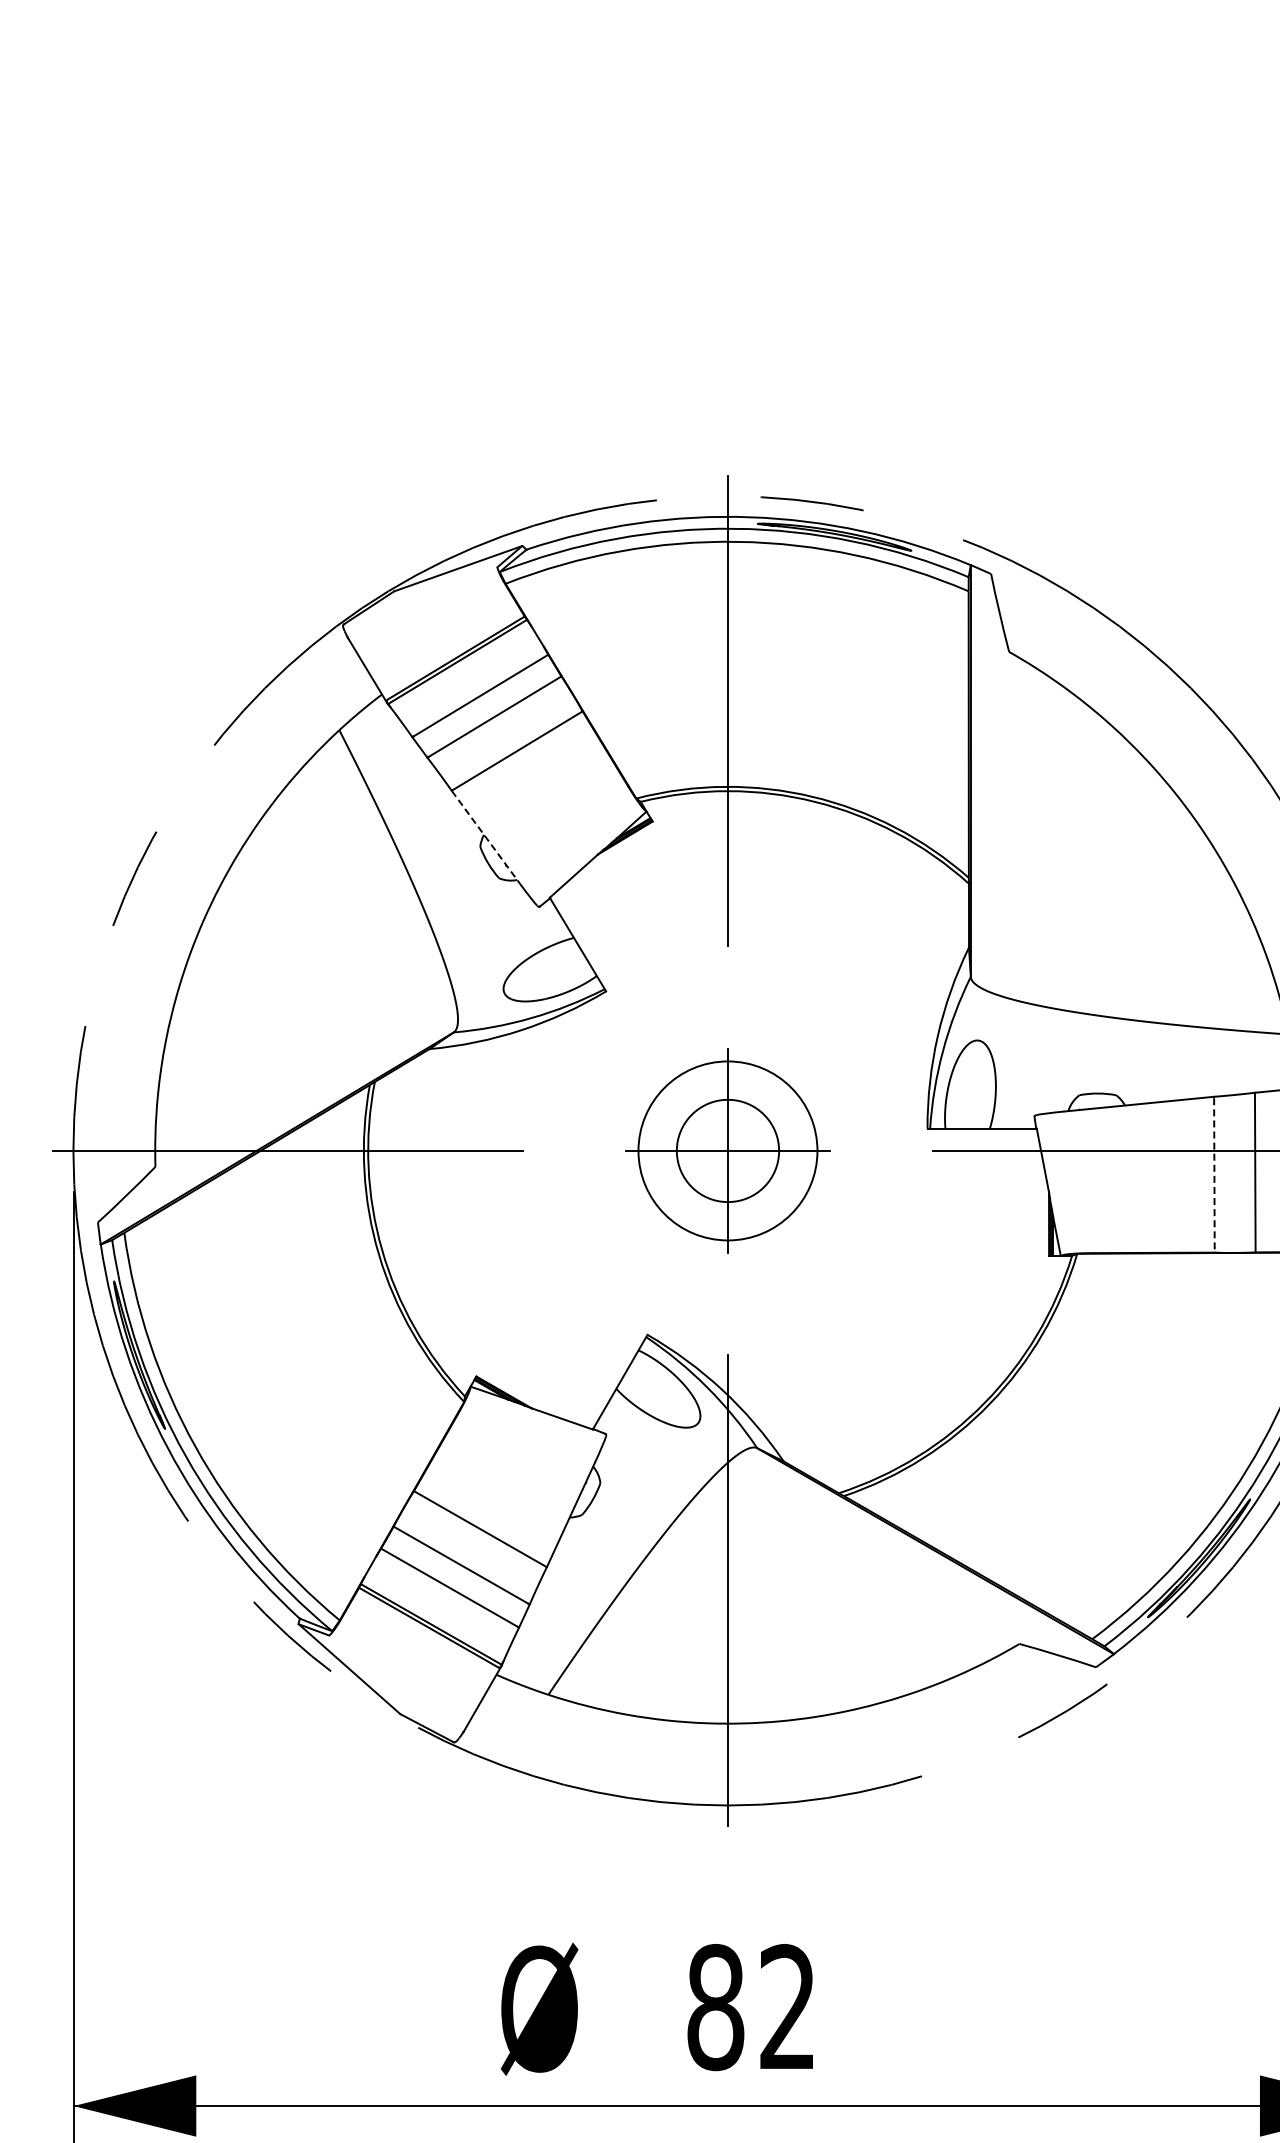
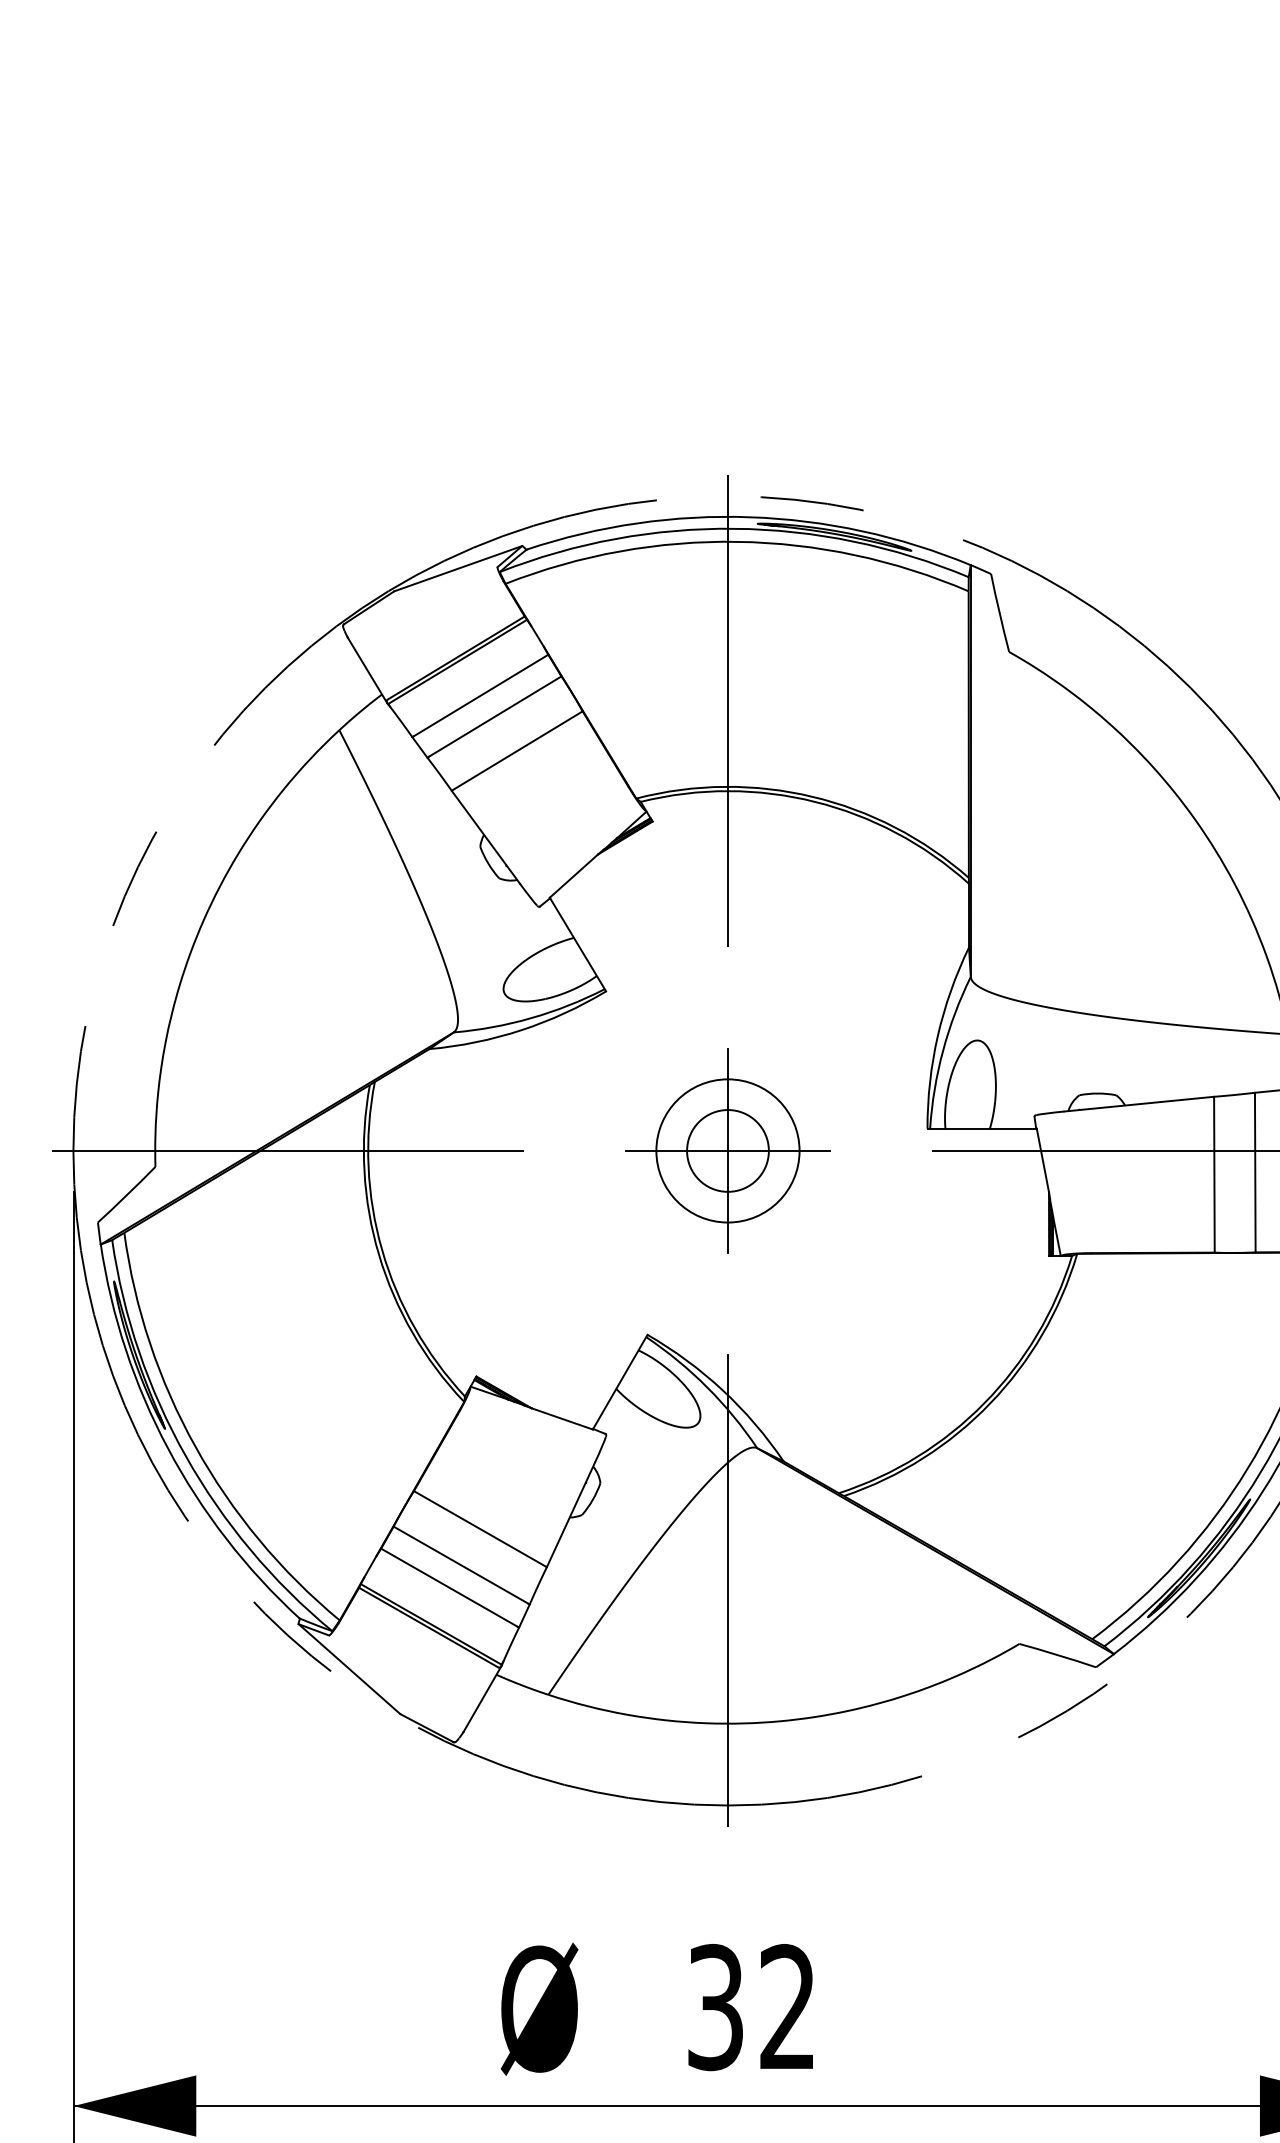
line at (486, 837): dashed -> solid
circle at (727, 1150) diameter: 102 px -> 82 px
circle at (727, 1150) diameter: 179 px -> 143 px
line at (1214, 1175): dashed -> solid
text at (715, 2007): 82 -> 32
